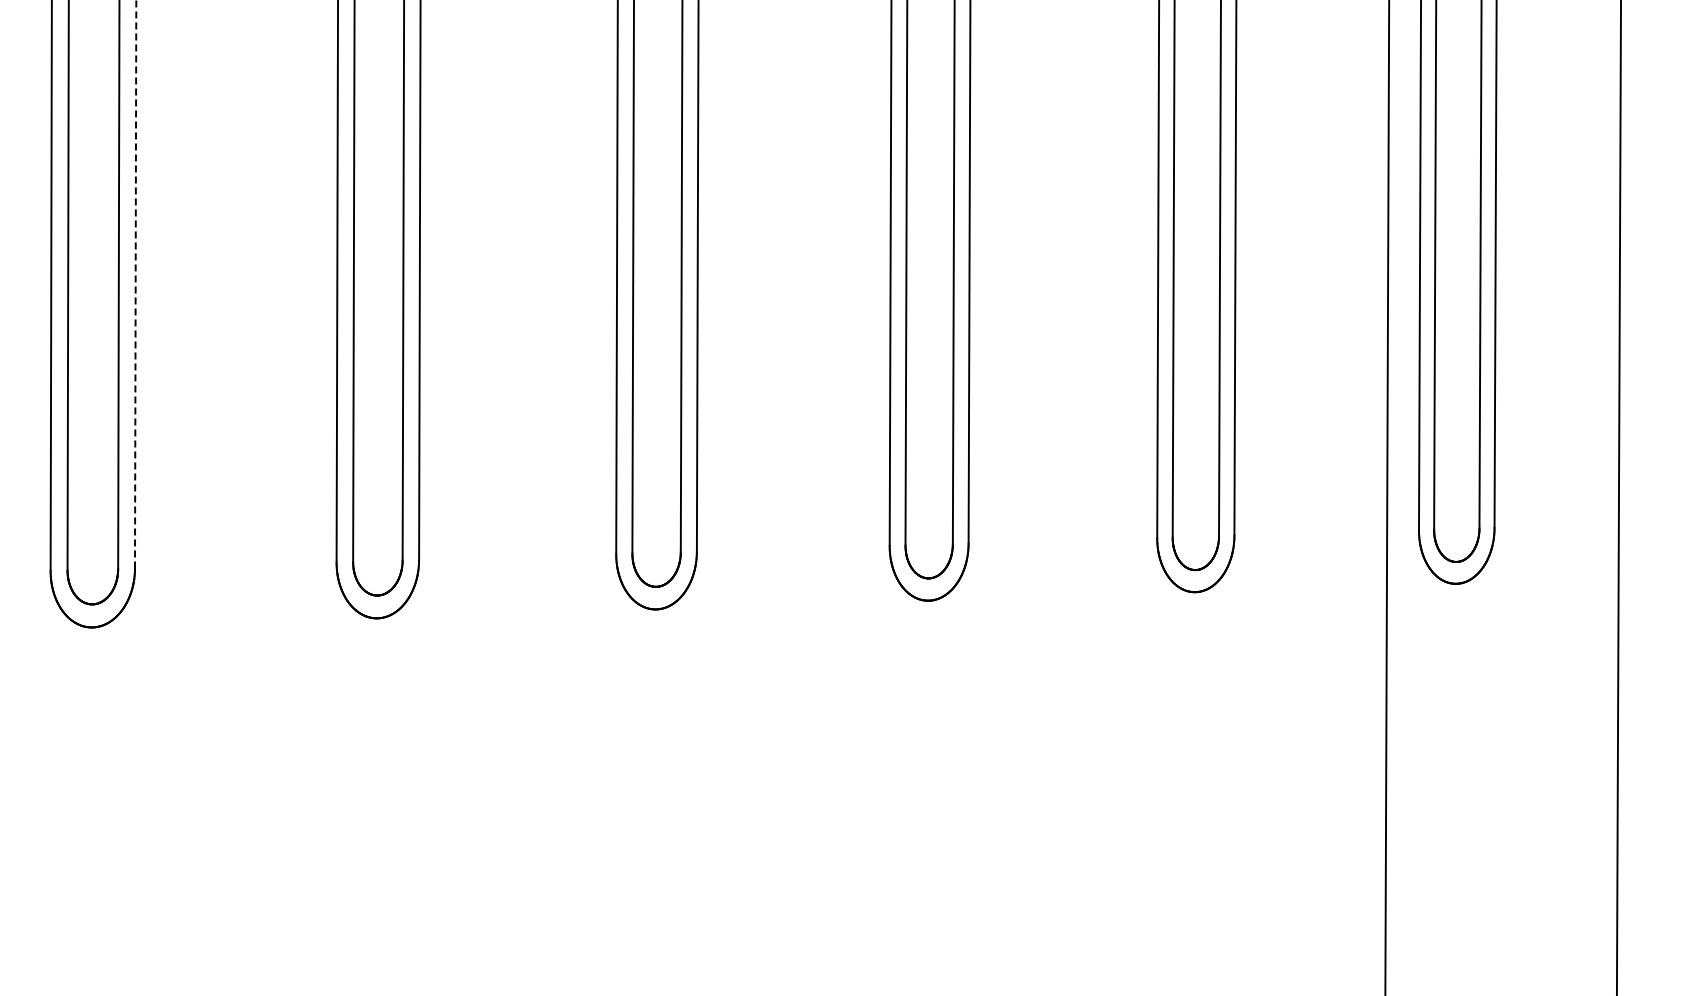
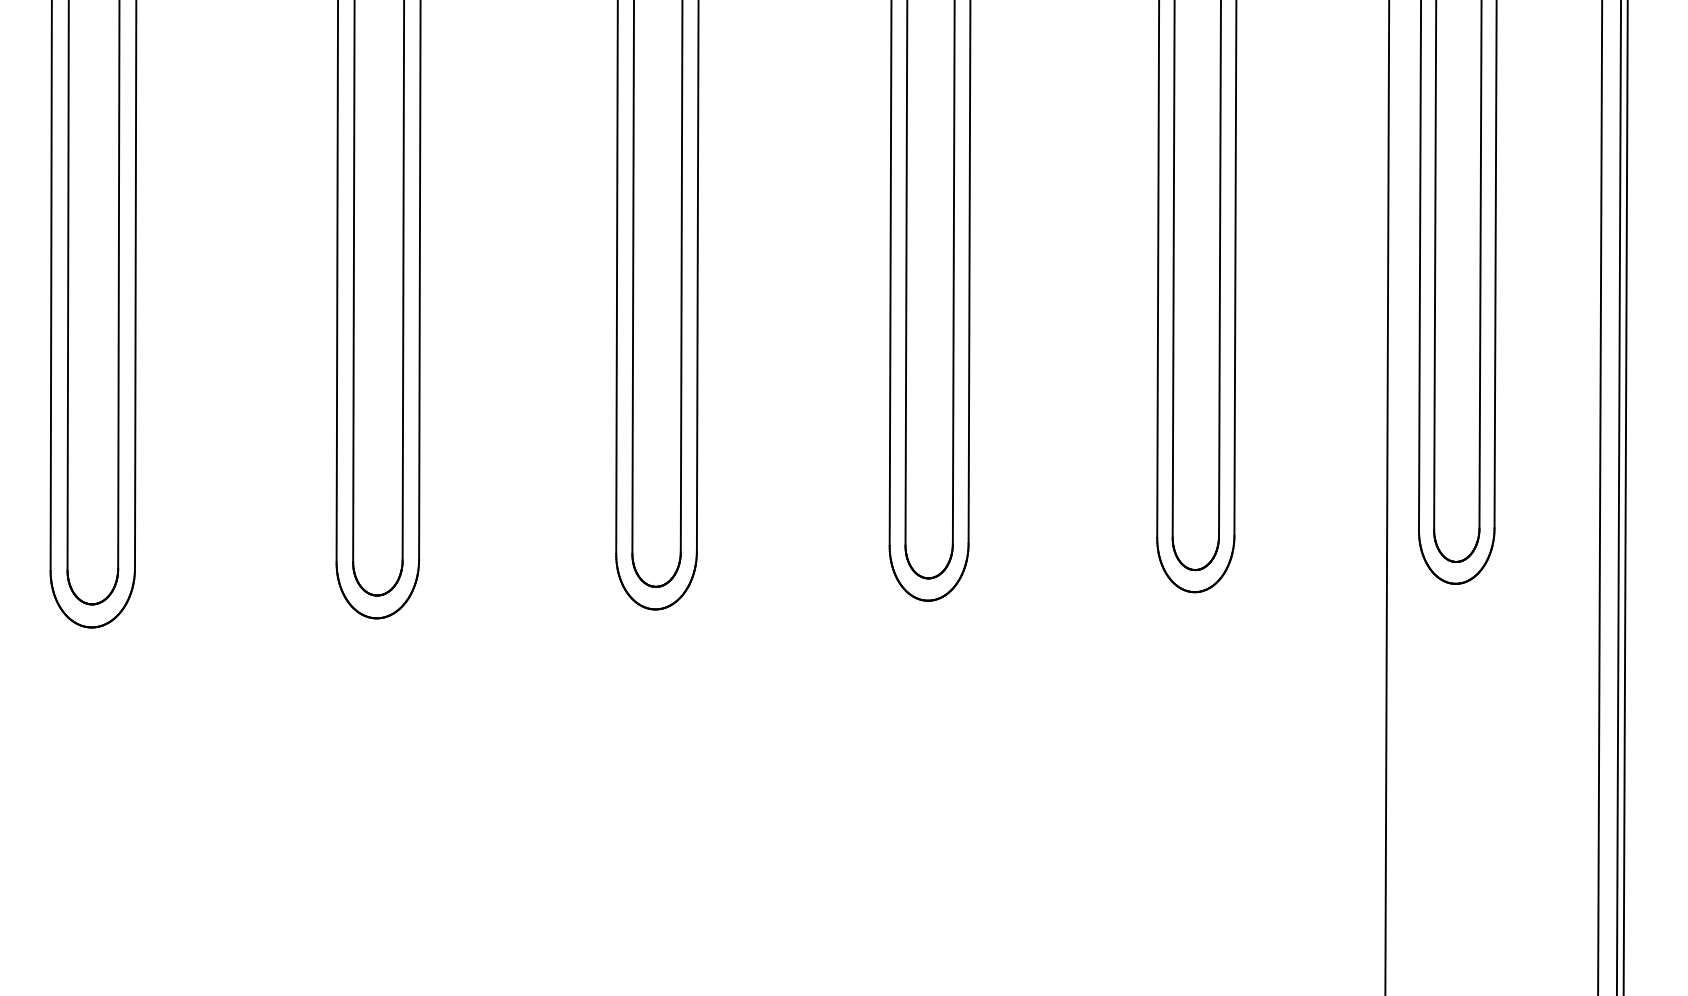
line at (135, 284): dashed -> solid
line at (1600, 497): none -> present
line at (1625, 497): none -> present
